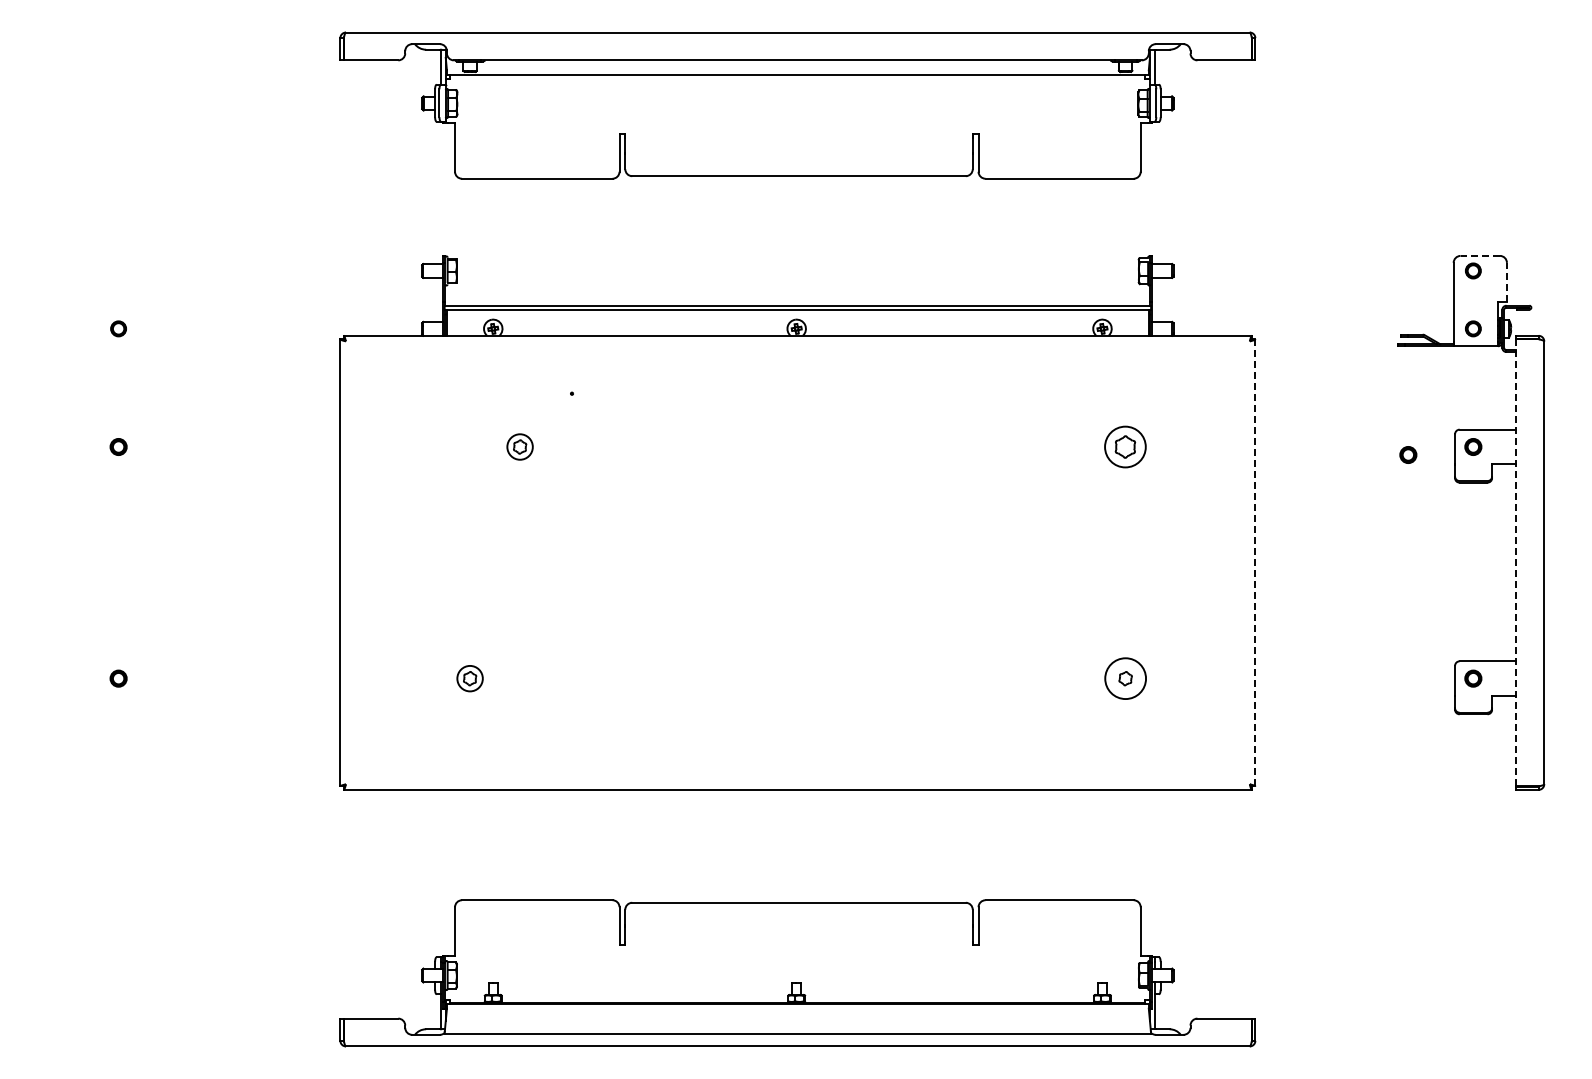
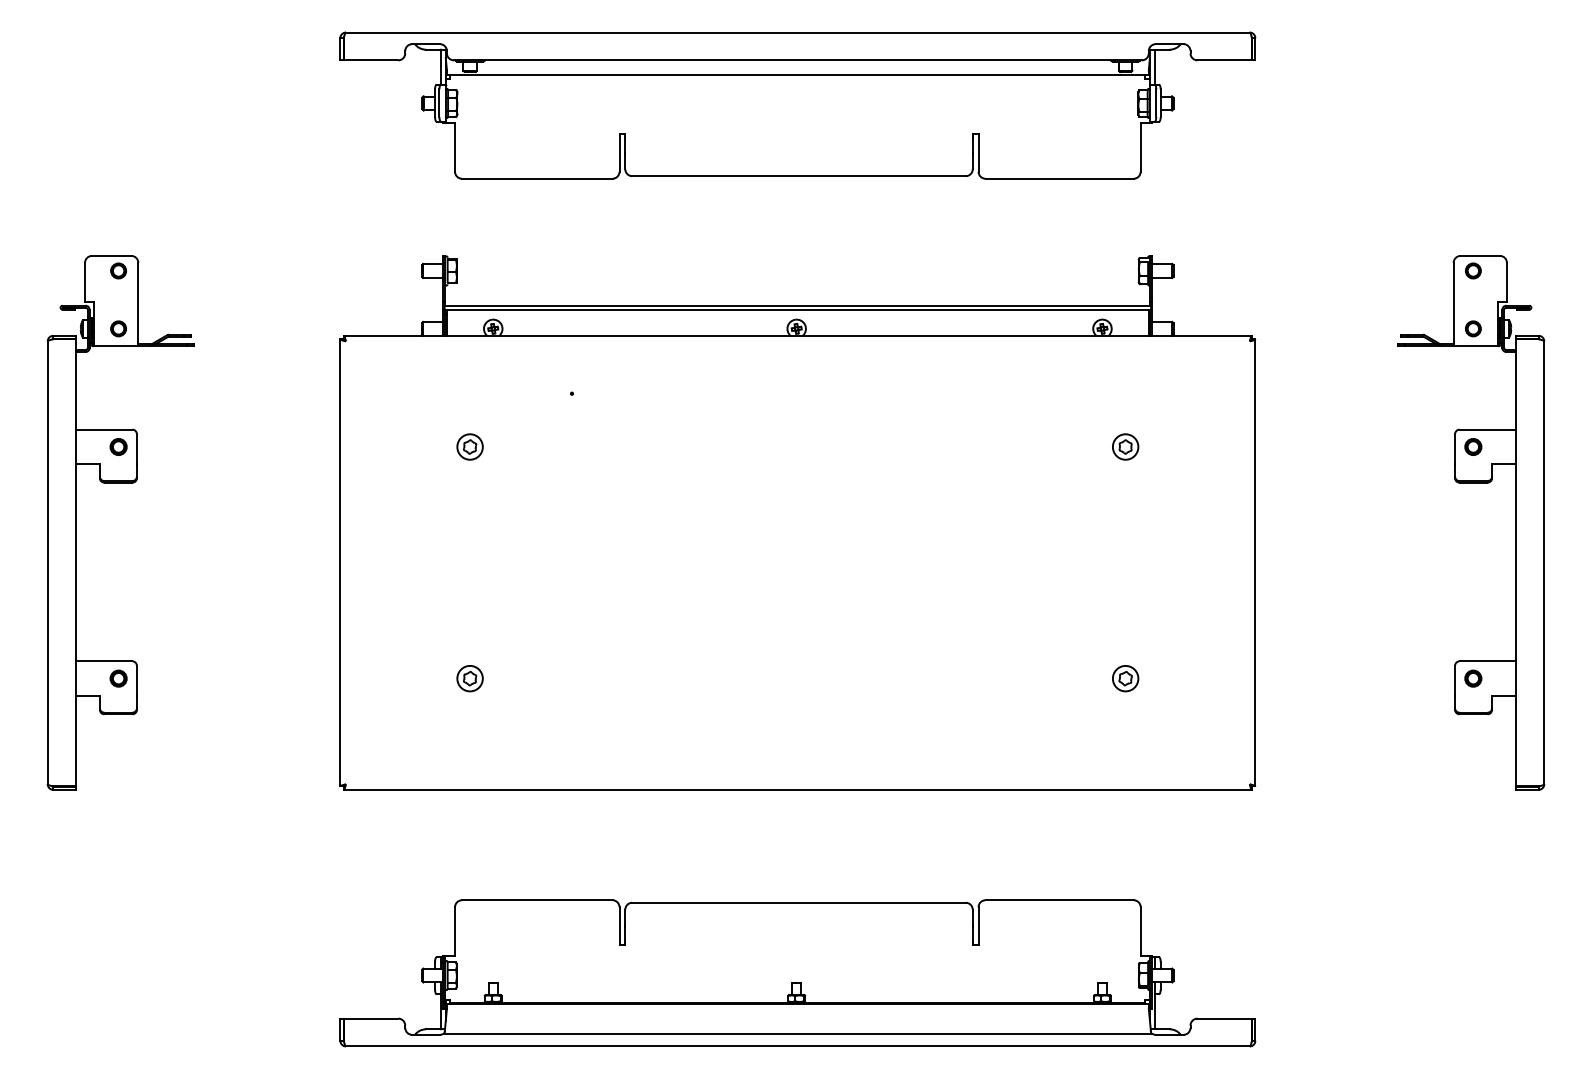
line at (1480, 255): dashed -> solid
line at (1506, 282): dashed -> solid
part at (519, 446) position: (519, 446) -> (469, 446)
part at (1125, 446) size: 43x44 px -> 28x28 px
part at (1408, 454): present -> none
part at (120, 483): none -> present
line at (1255, 562): dashed -> solid
line at (1516, 562): dashed -> solid
circle at (1125, 678) diameter: 41 px -> 25 px
